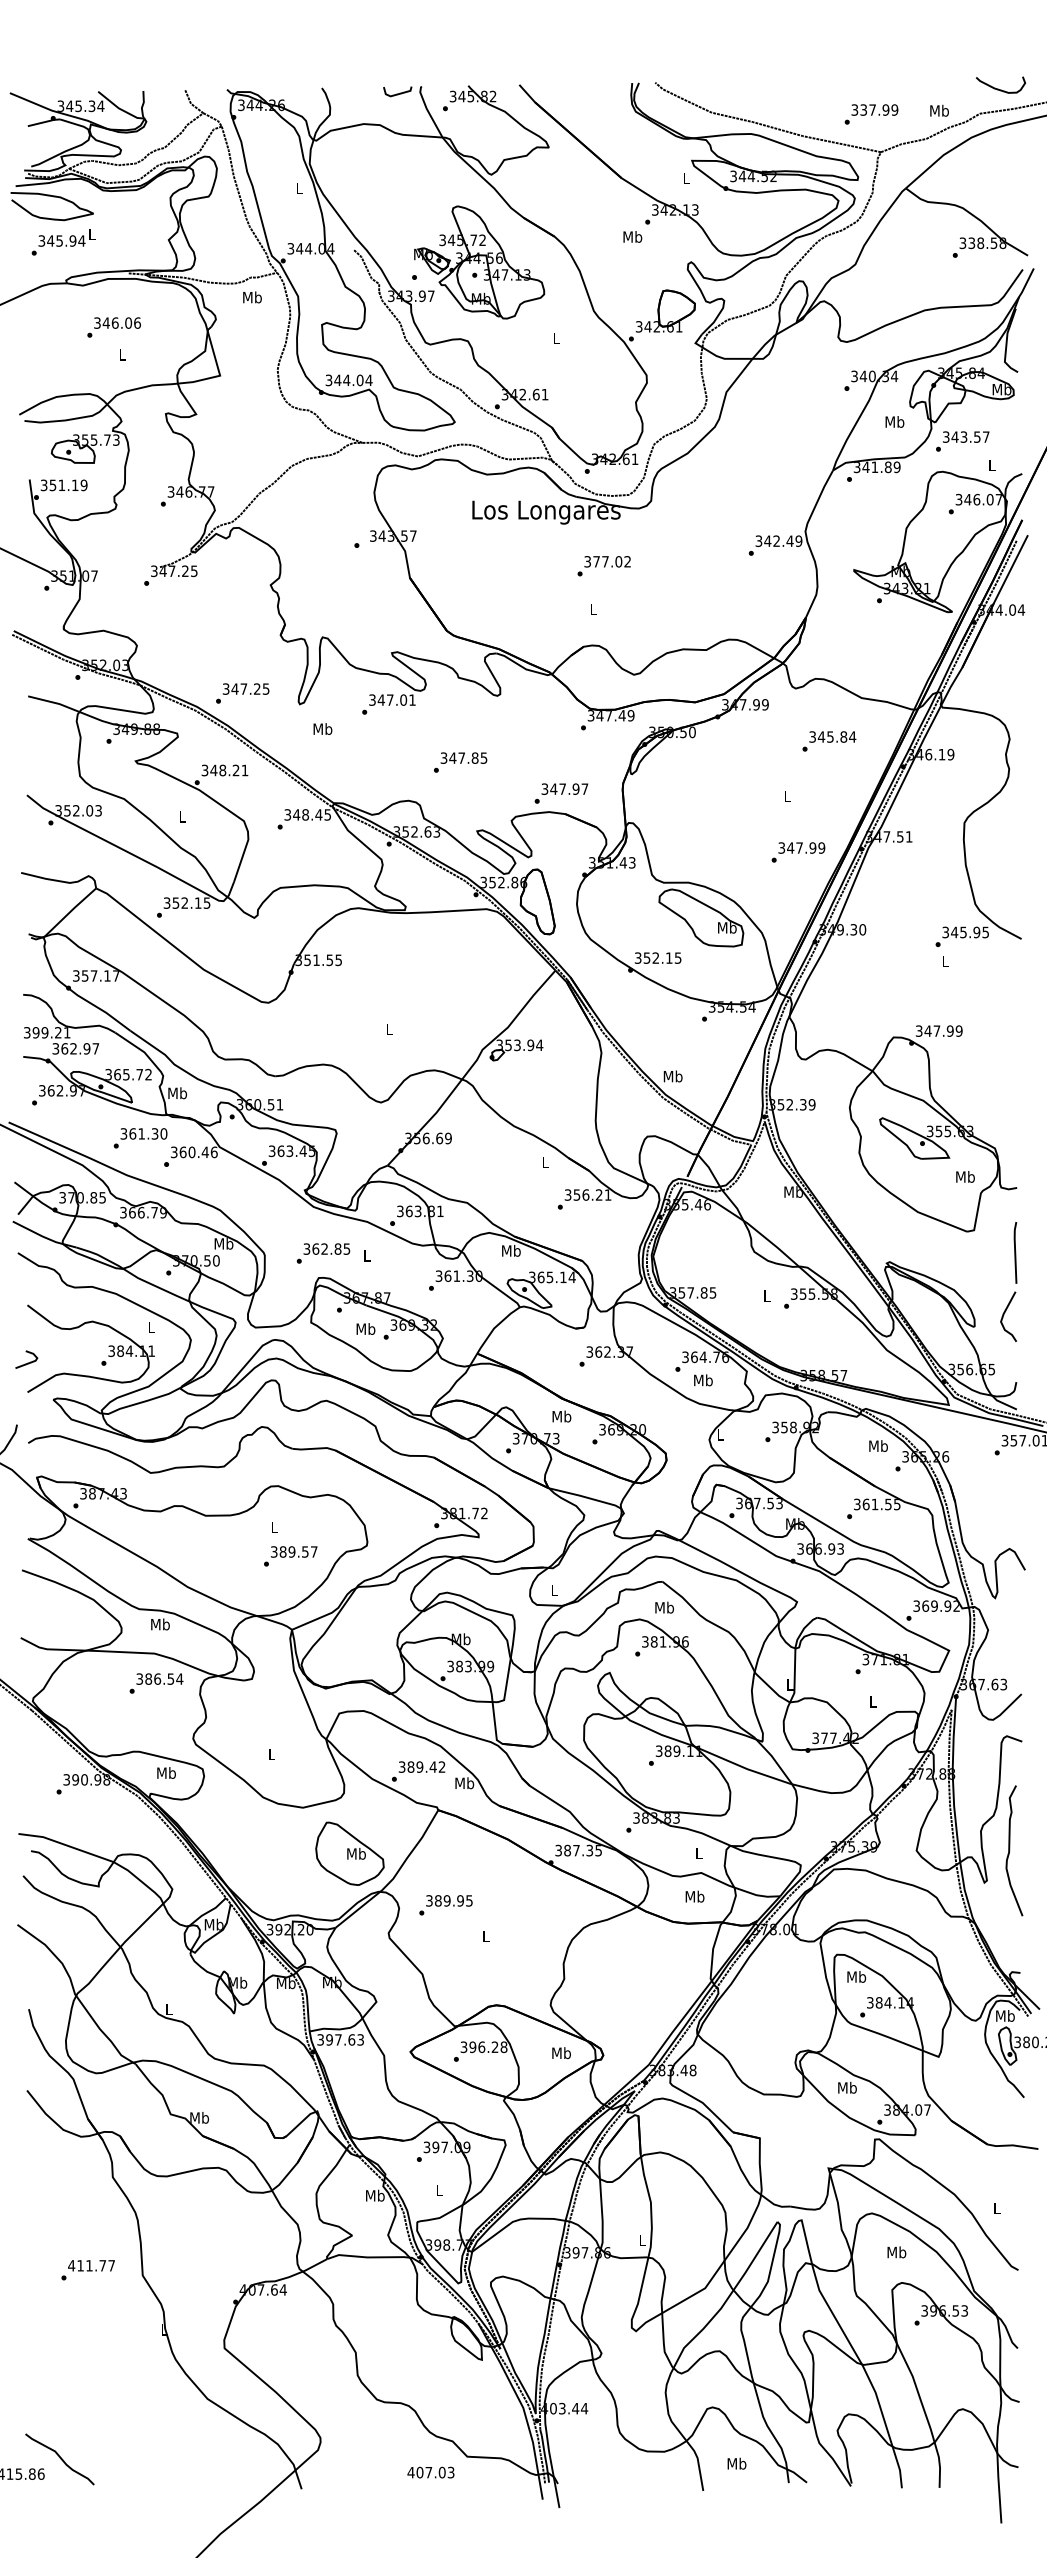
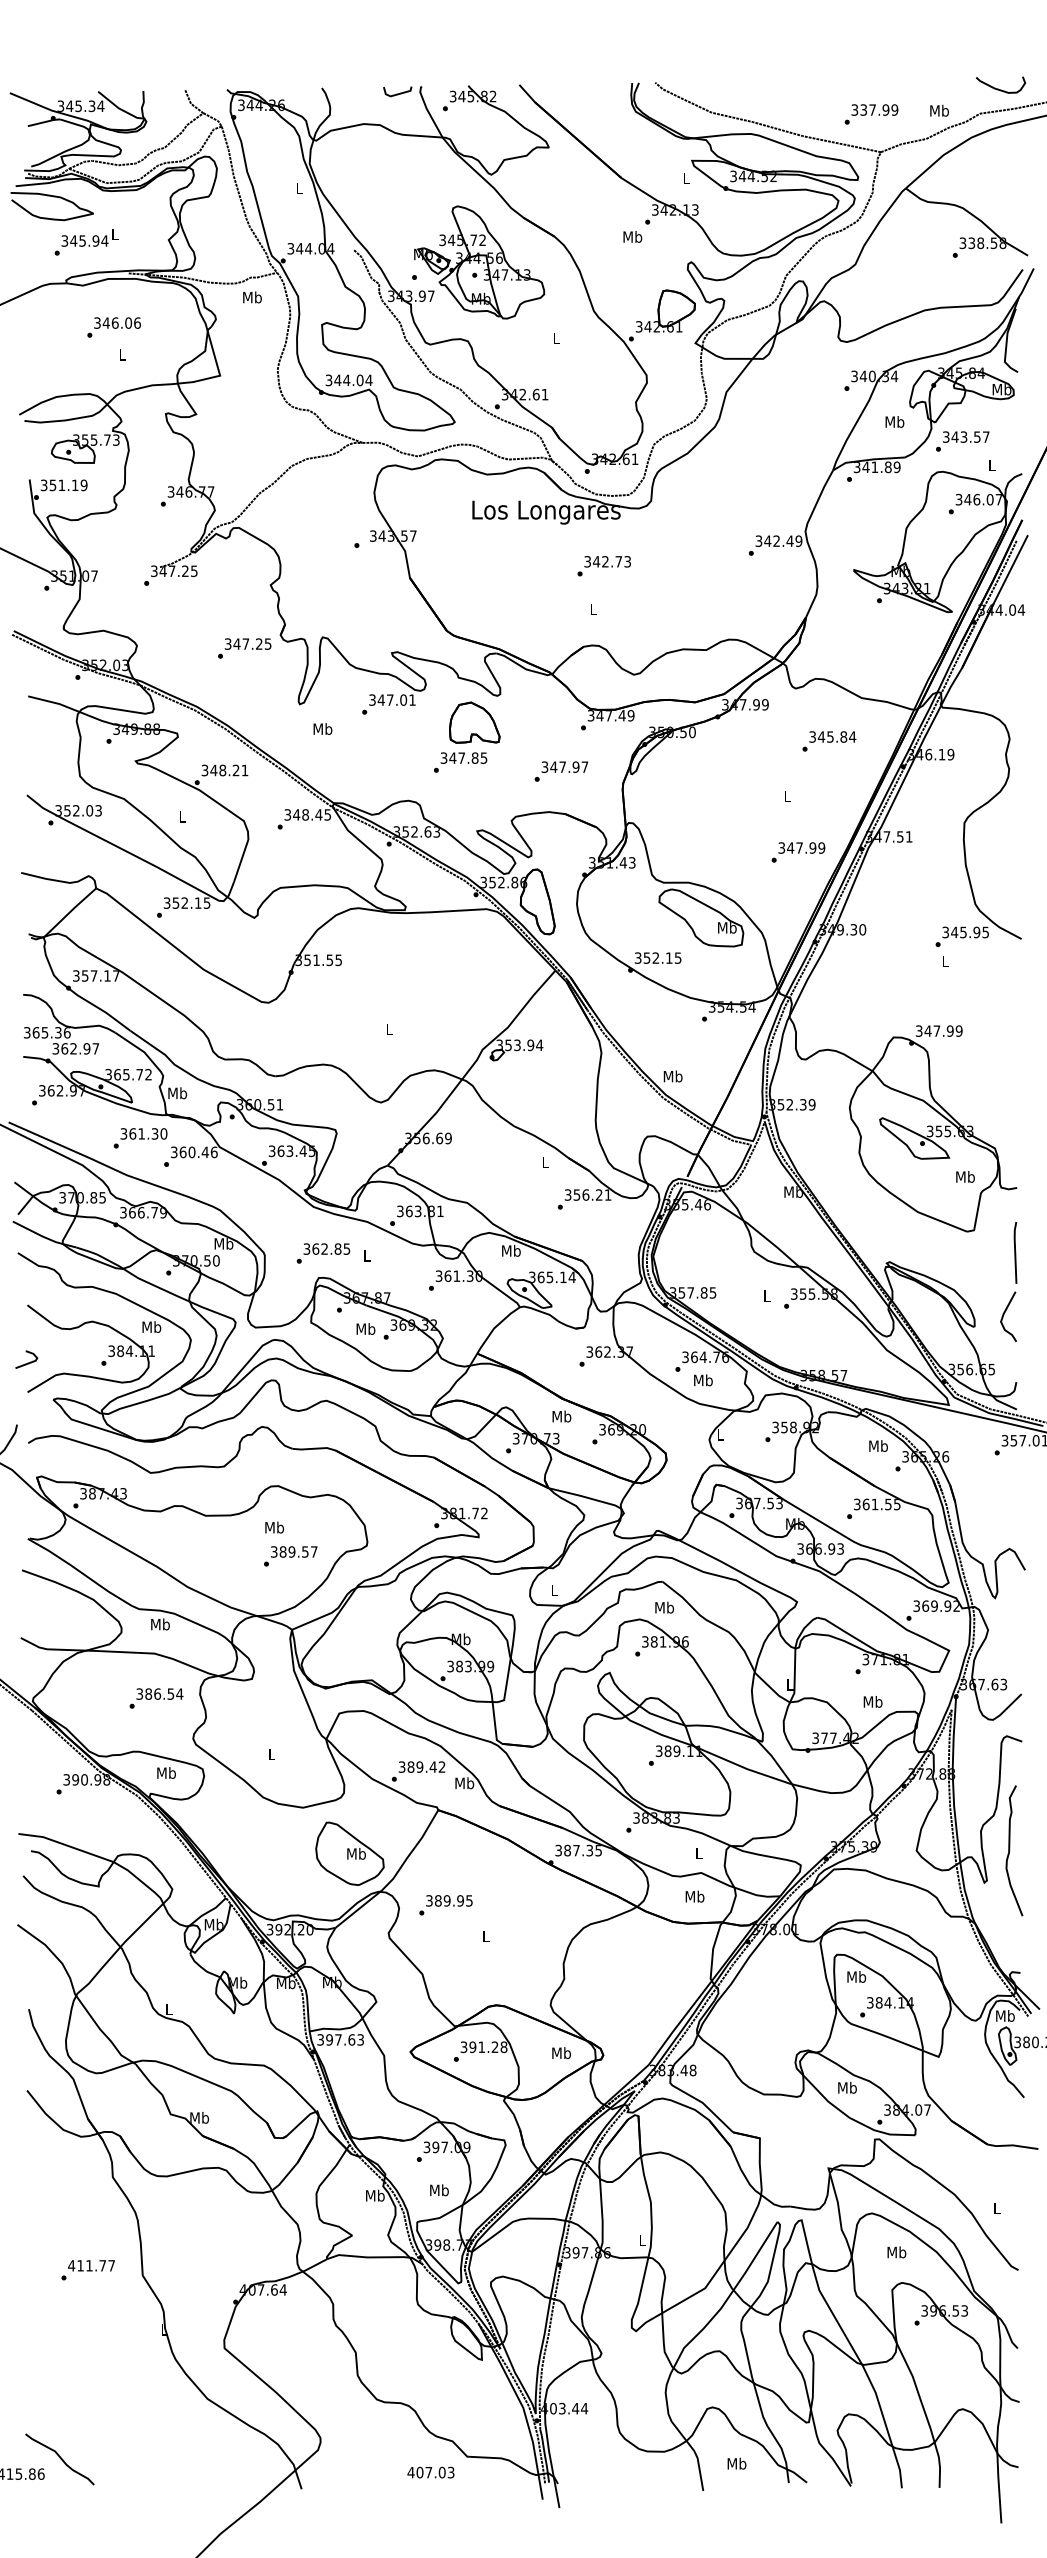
text at (63, 242) position: (63, 242) -> (86, 242)
text at (611, 561): 377.02 -> 342.73
text at (242, 693) position: (242, 693) -> (244, 648)
part at (474, 722): none -> present
text at (561, 793) position: (561, 793) -> (561, 771)
text at (51, 1032): 399.21 -> 365.36
text at (151, 1326): L -> Mb
text at (274, 1527): L -> Mb
text at (156, 1683) position: (156, 1683) -> (156, 1698)
text at (872, 1701): L -> Mb
text at (481, 2046): 396.28 -> 391.28
text at (439, 2190): L -> Mb
